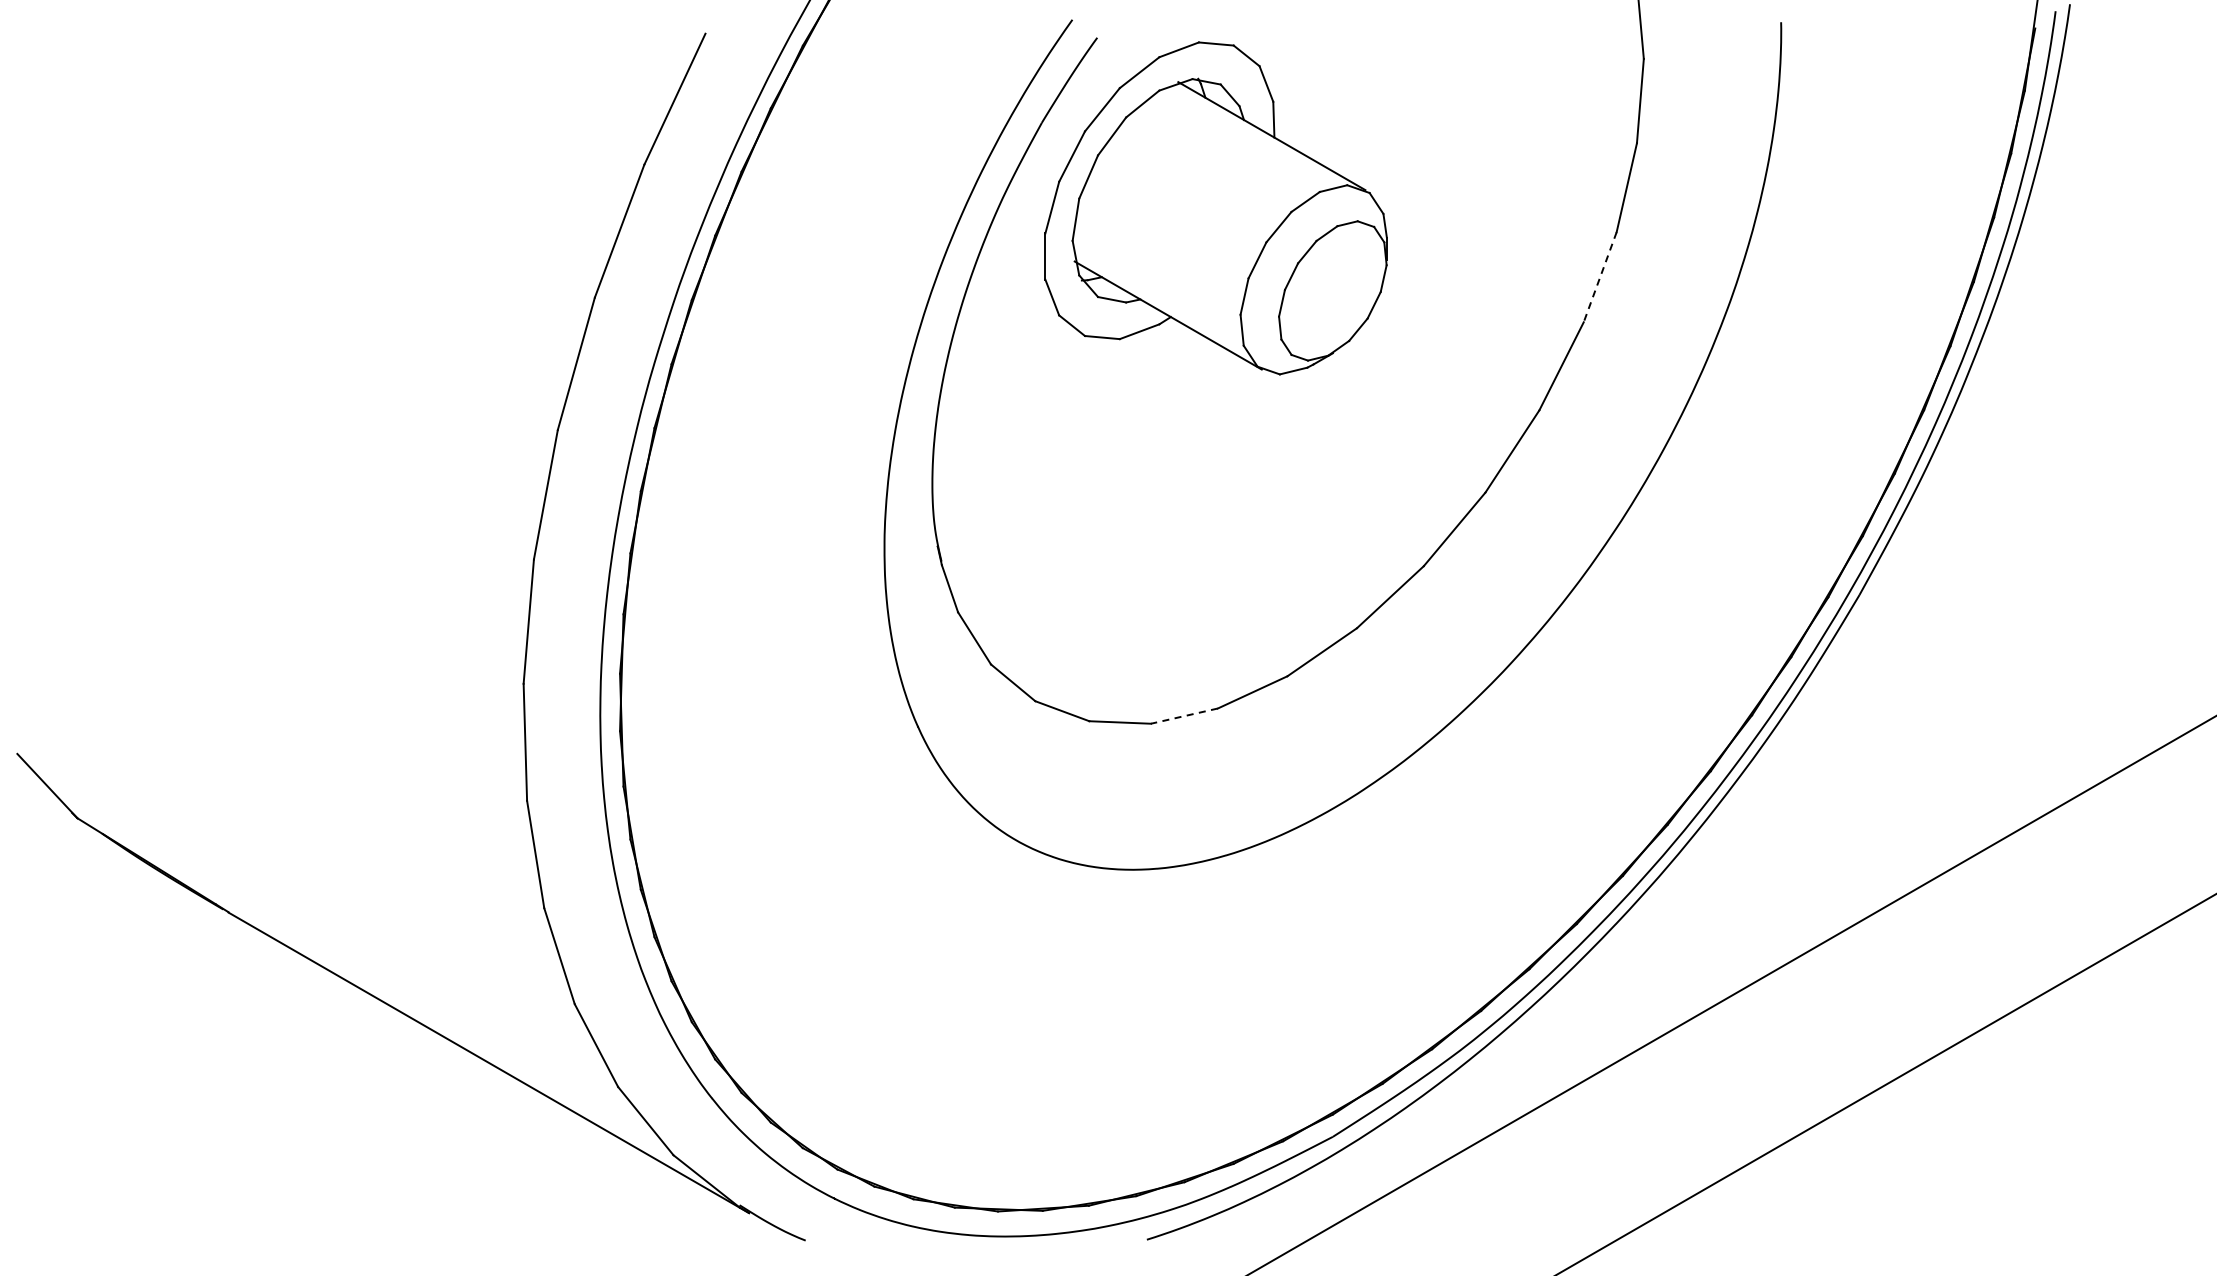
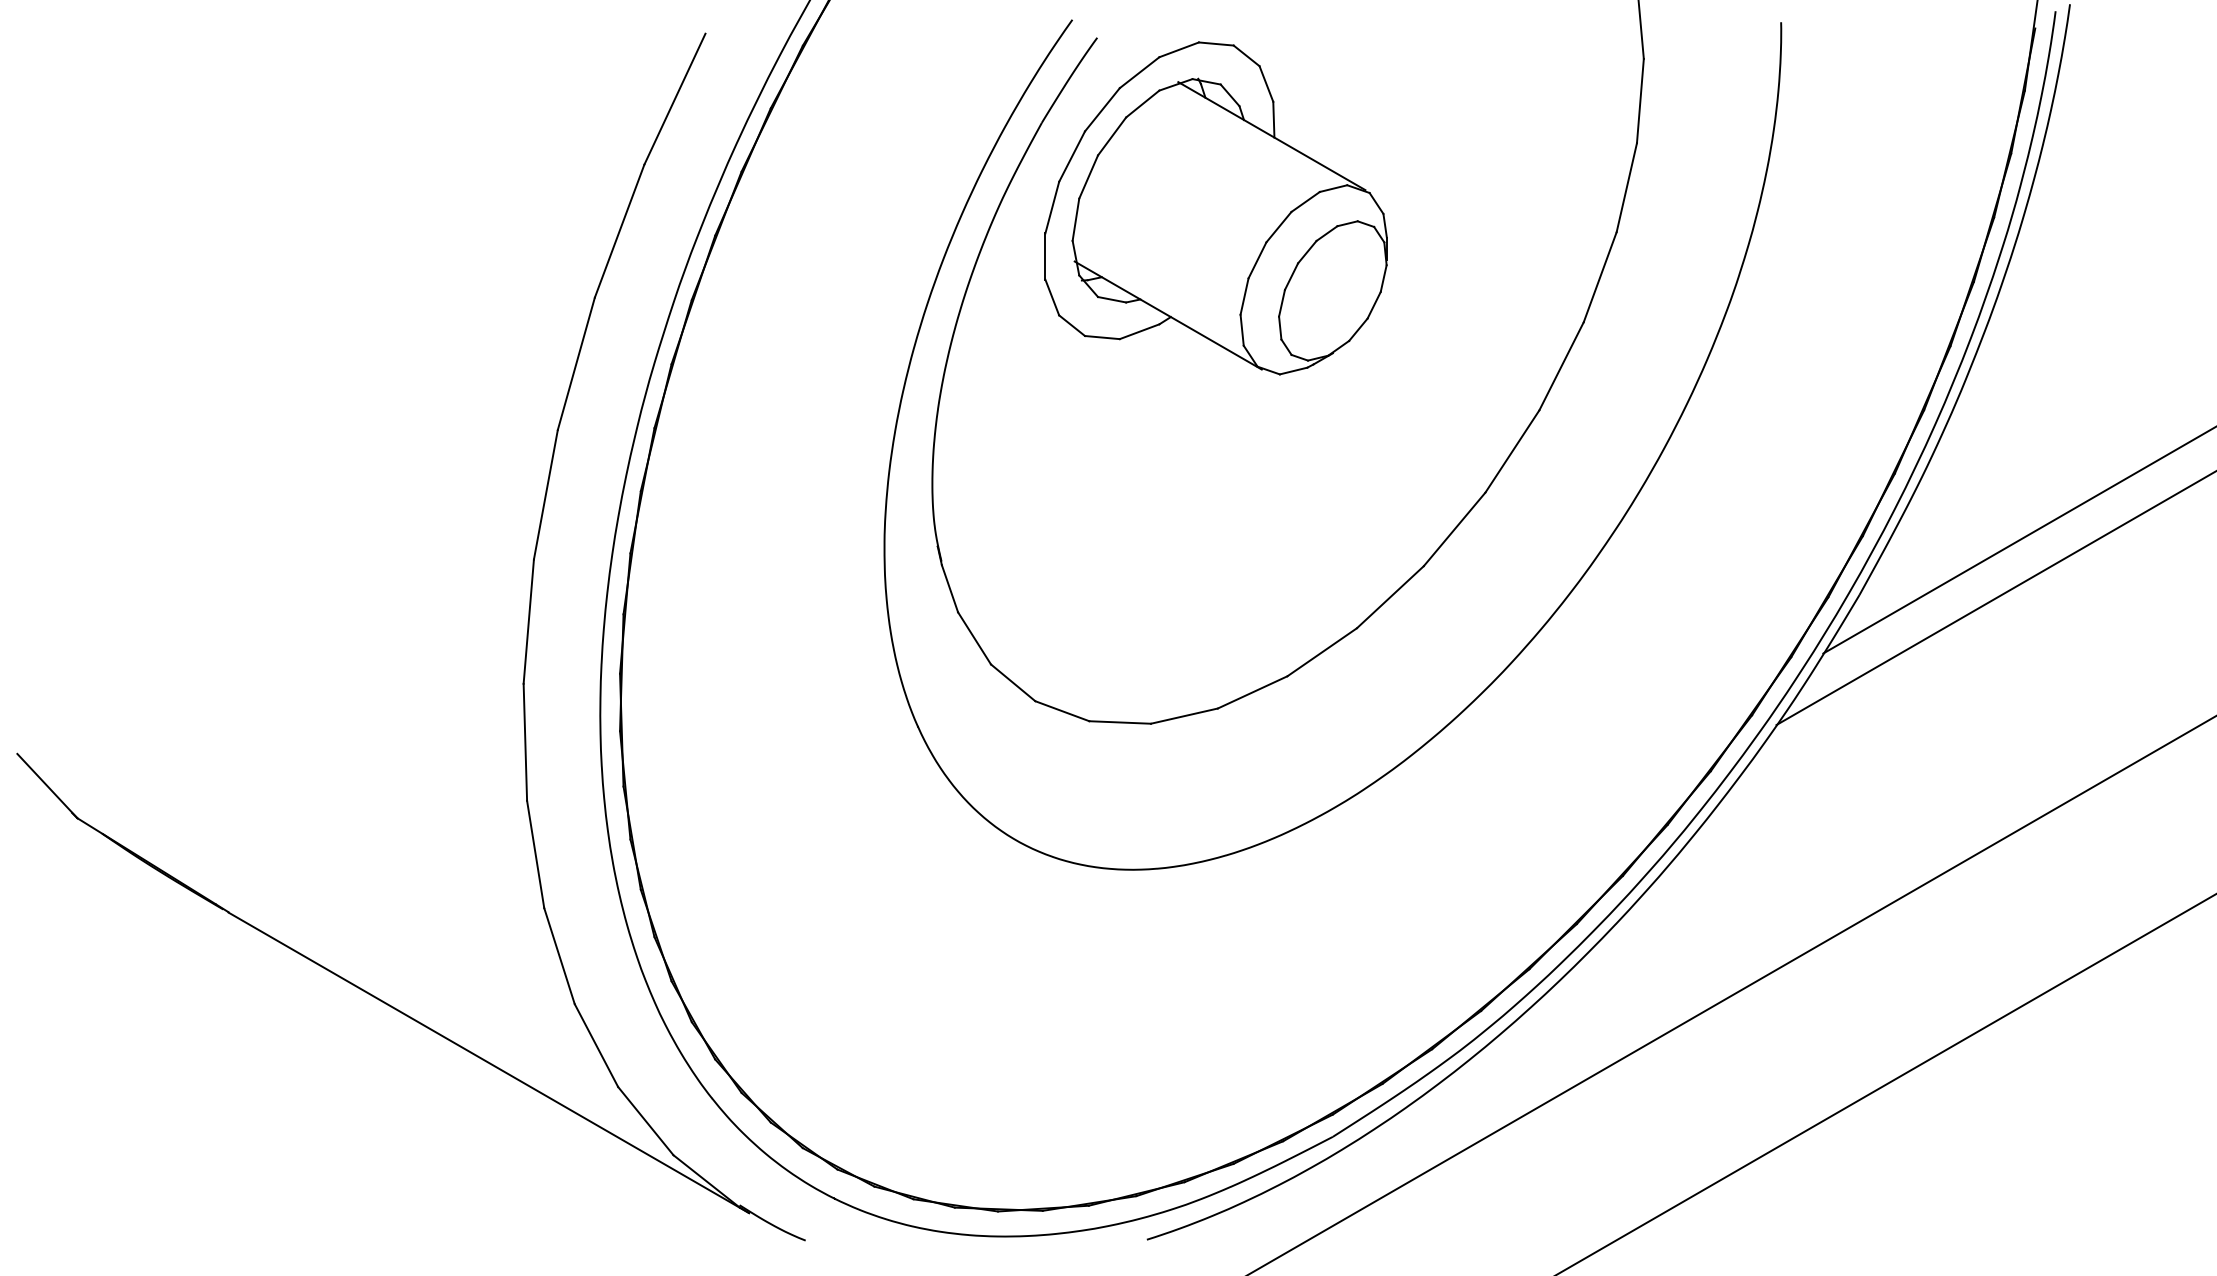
line at (1600, 277): dashed -> solid
line at (2018, 540): none -> present
line at (1994, 598): none -> present
line at (1183, 716): dashed -> solid
